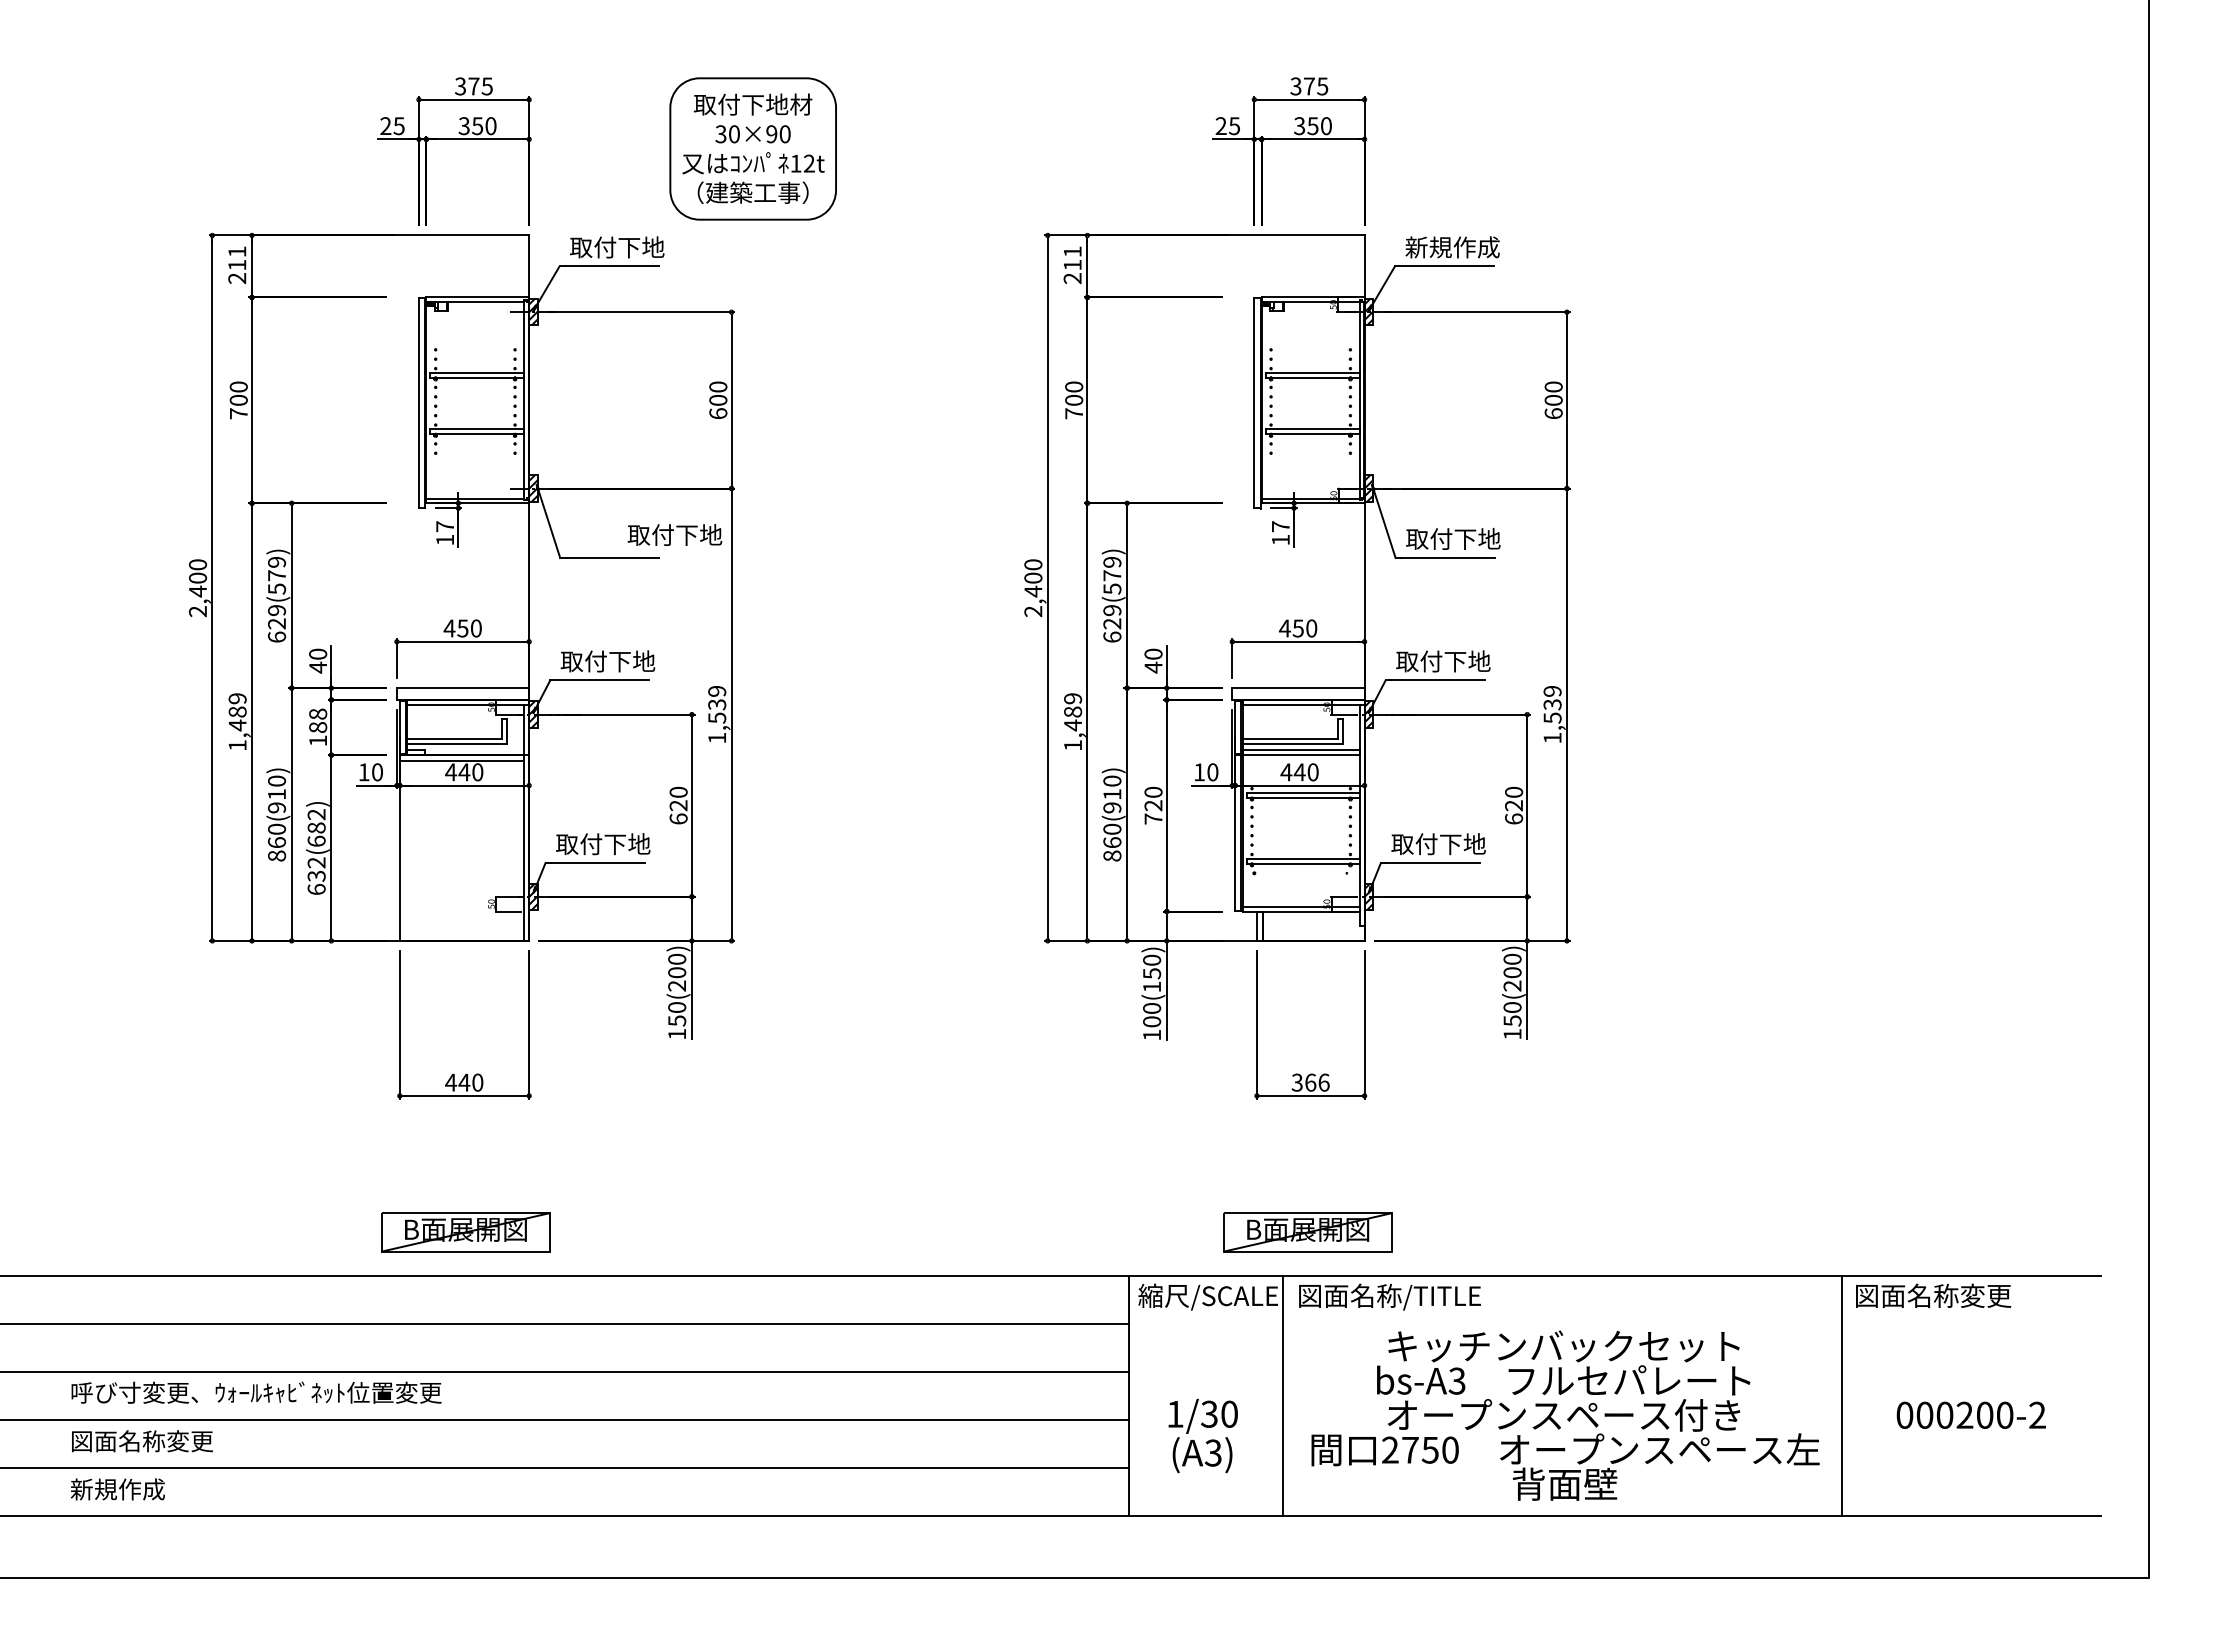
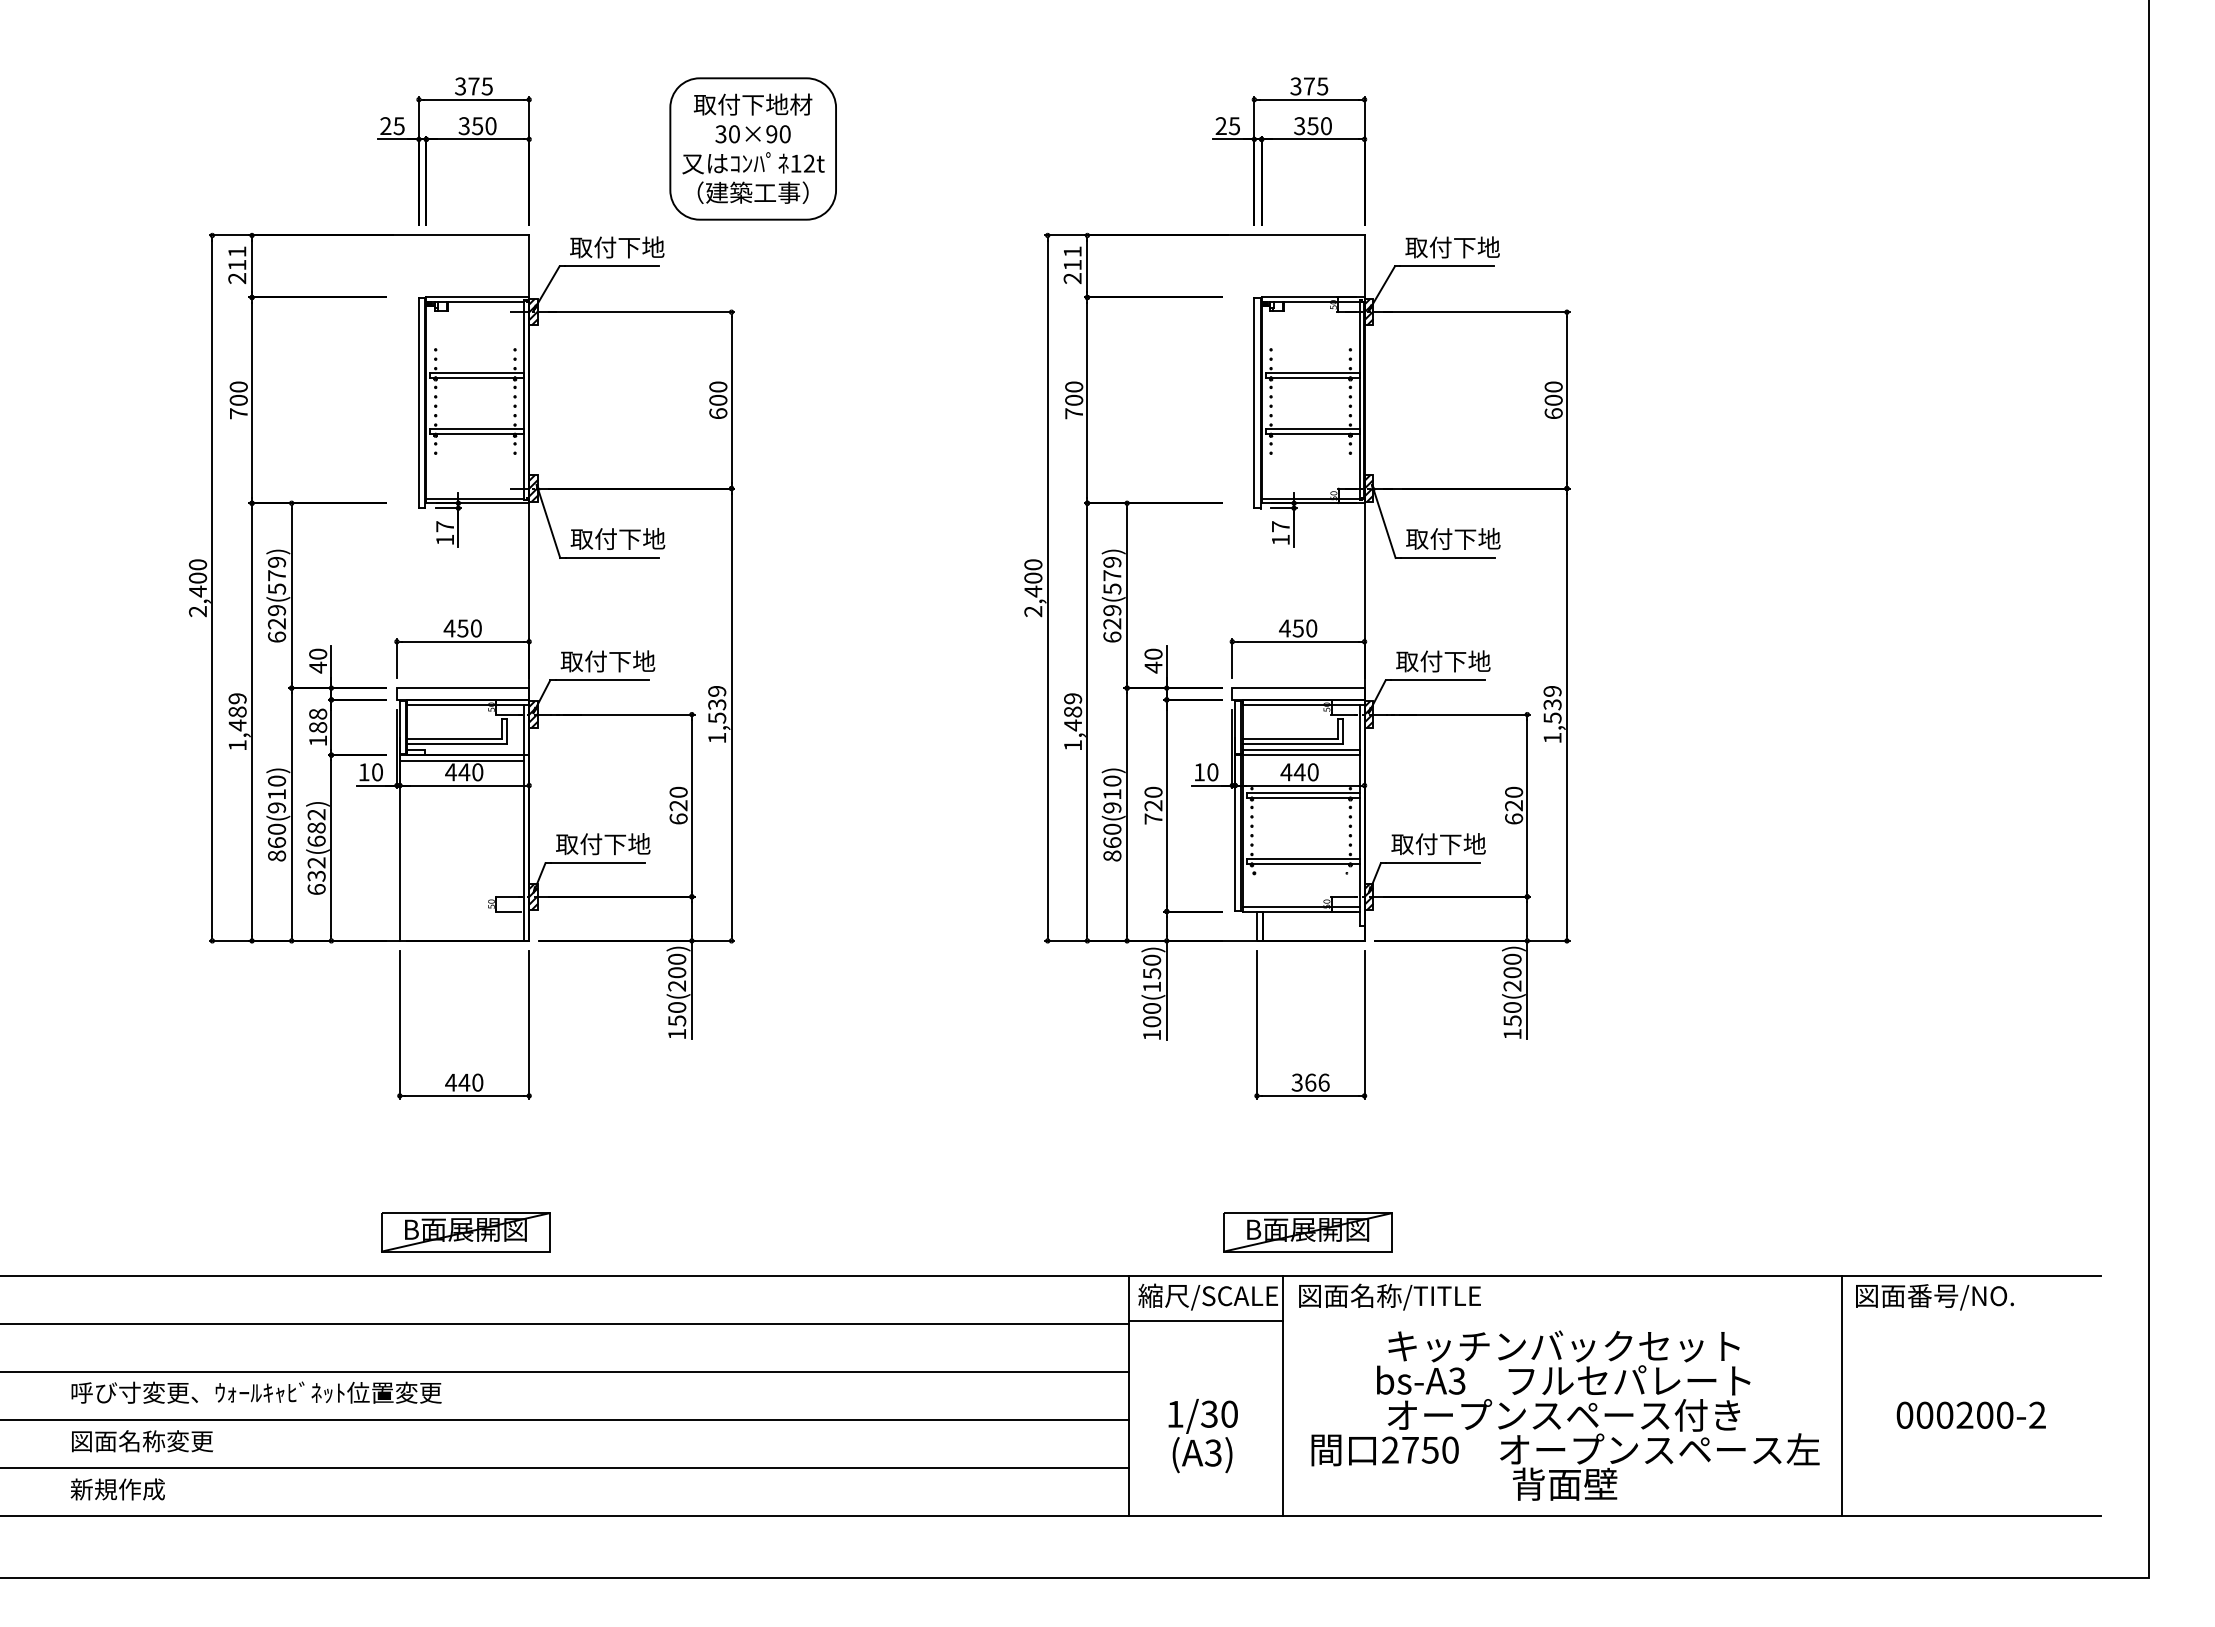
text at (1452, 247): 新規作成 -> 取付下地
text at (674, 534) position: (674, 534) -> (617, 538)
text at (1960, 1296): 図面名称変更 -> 図面番号/NO.
line at (1205, 1321): none -> present
